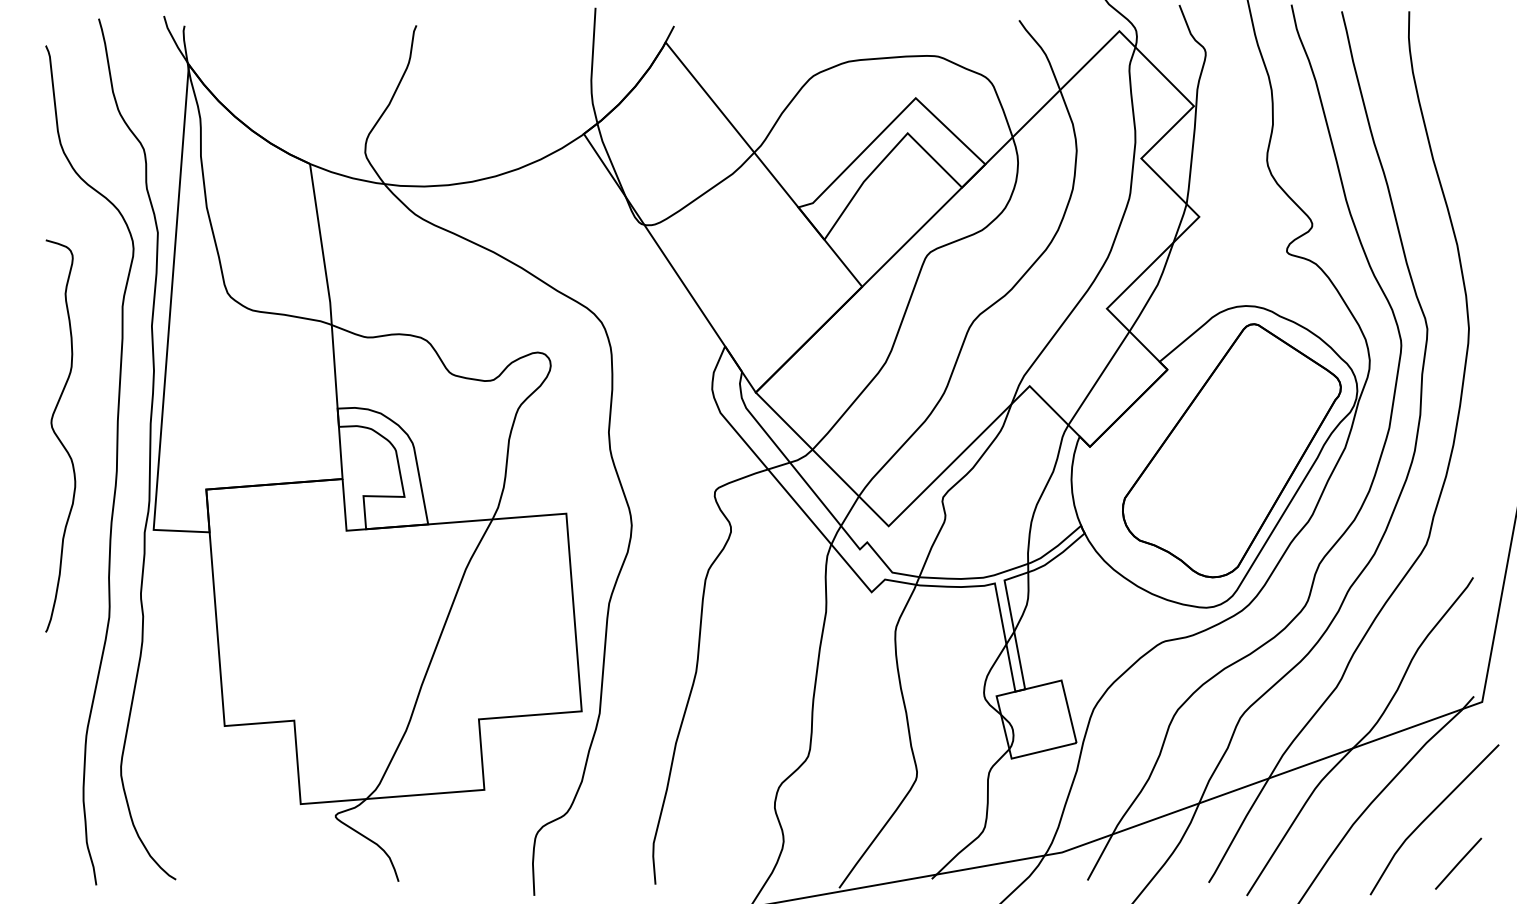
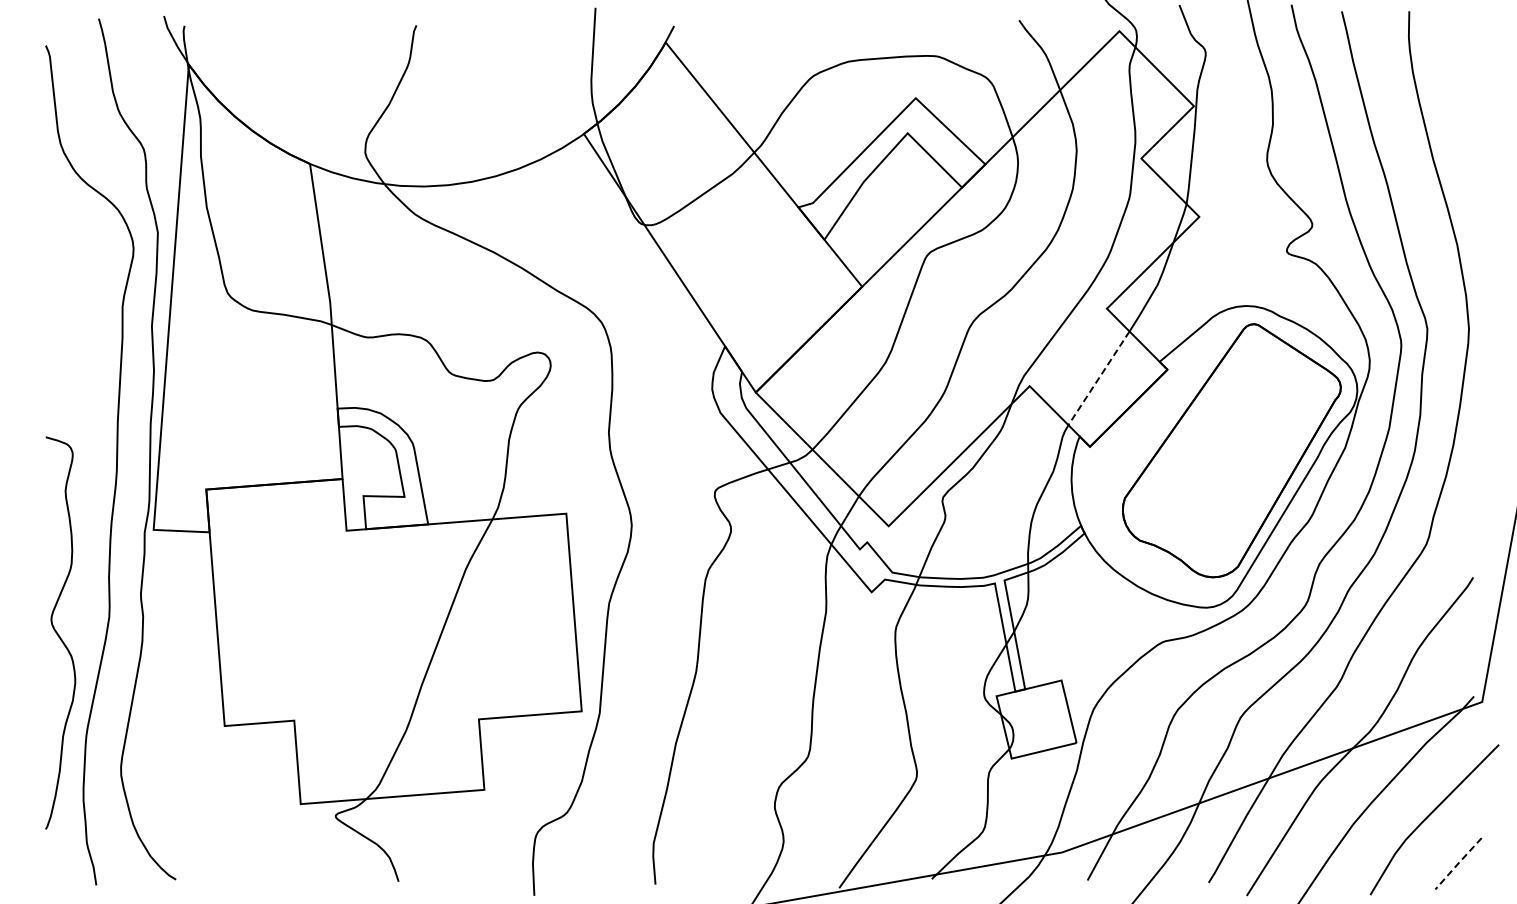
line at (1098, 378): solid -> dashed
curve at (58, 436) position: (58, 436) -> (58, 633)
line at (1458, 863): solid -> dashed
